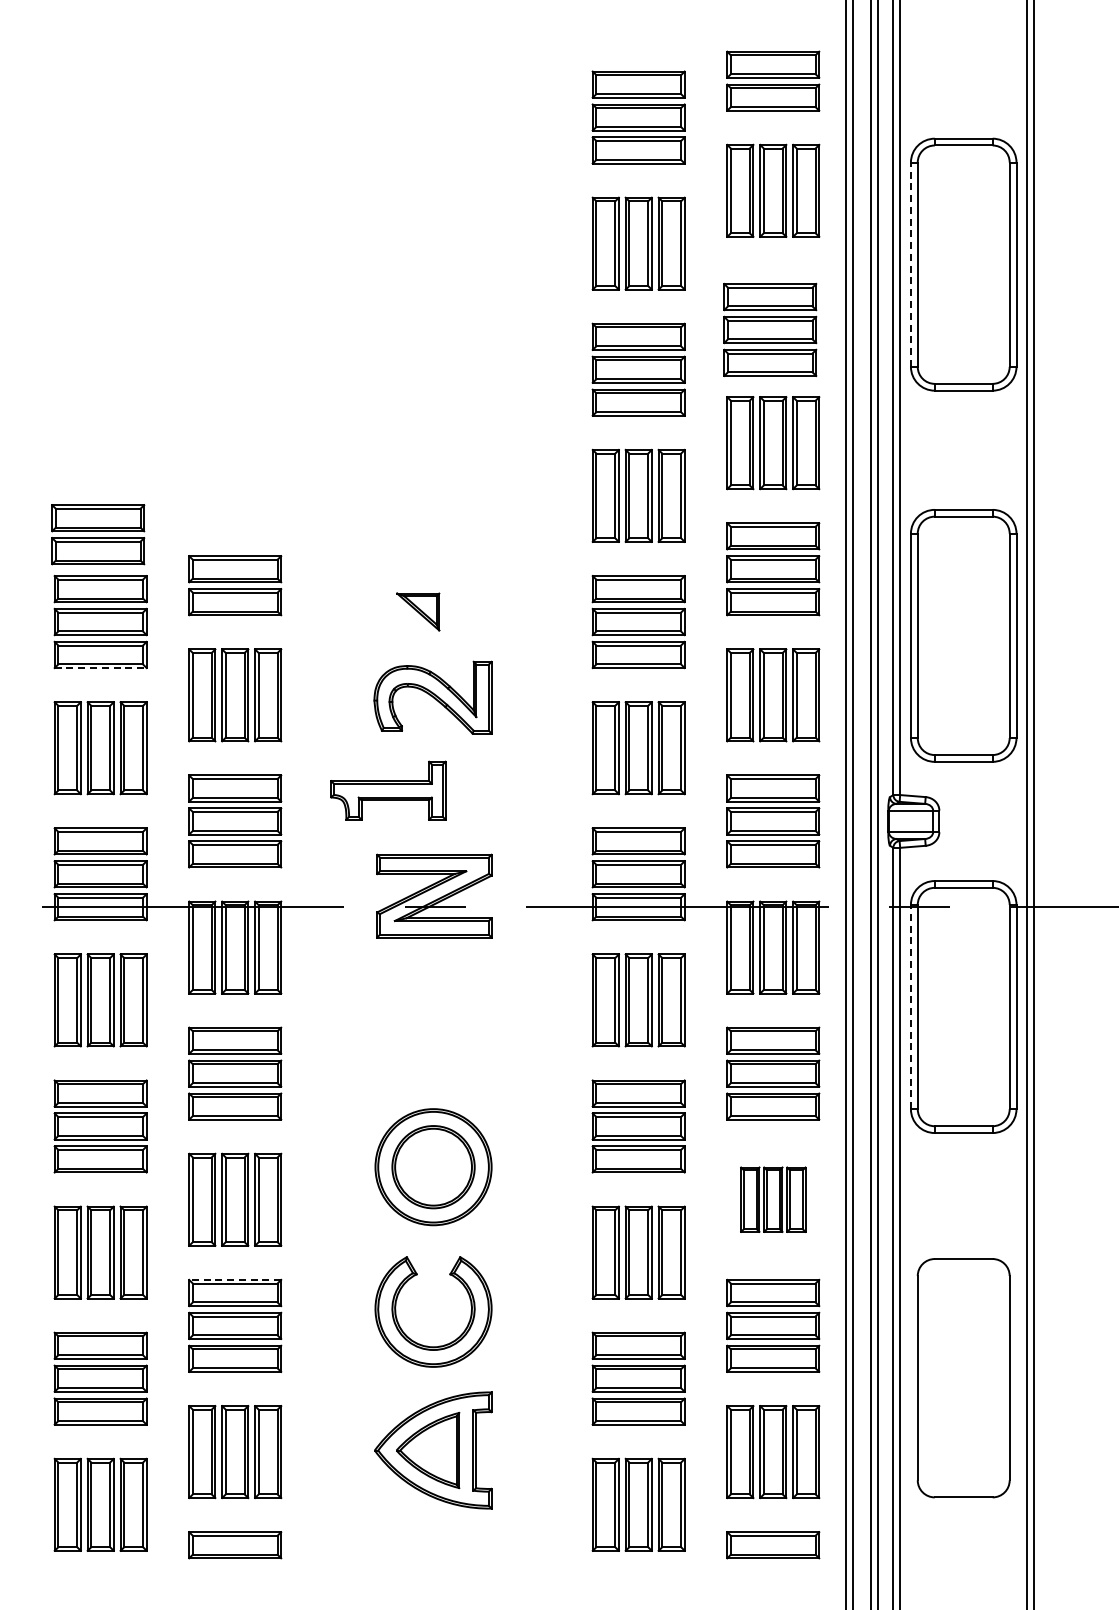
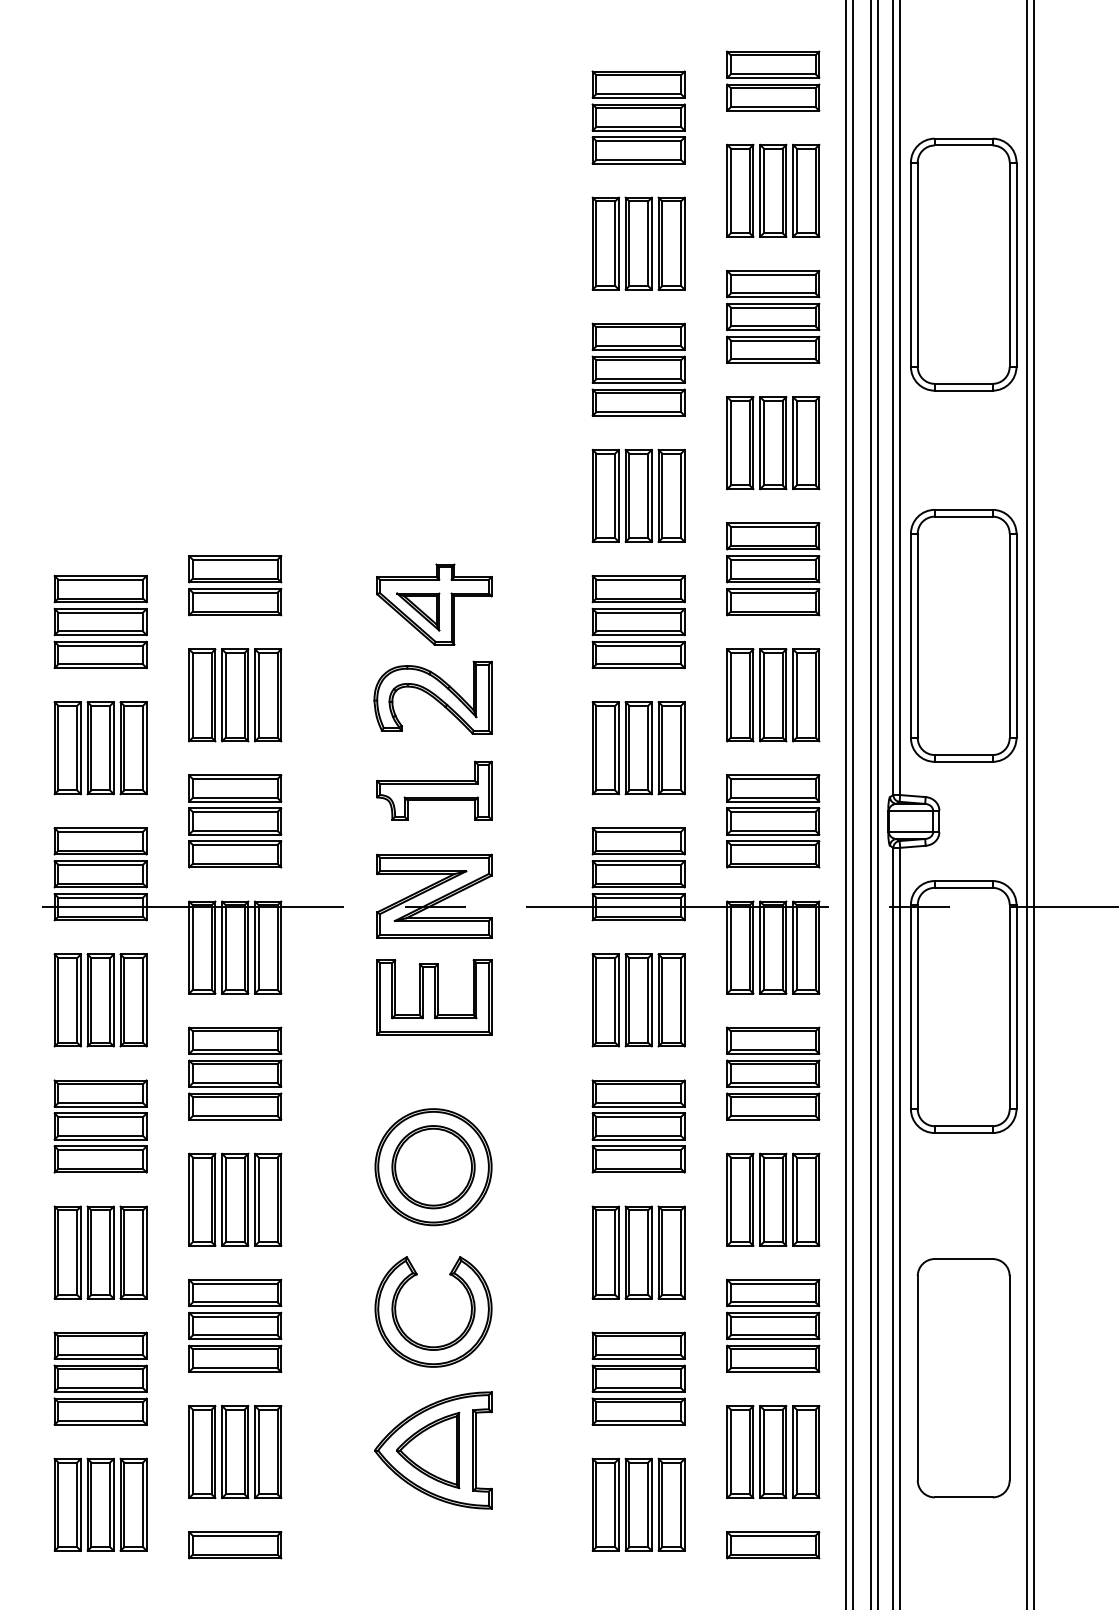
line at (910, 264): dashed -> solid
part at (770, 329) position: (770, 329) -> (773, 316)
part at (98, 534): present -> none
part at (434, 604): none -> present
line at (100, 668): dashed -> solid
part at (388, 790) position: (388, 790) -> (434, 790)
part at (434, 997): none -> present
line at (910, 1006): dashed -> solid
part at (773, 1199) size: 67x67 px -> 95x95 px
line at (235, 1279): dashed -> solid
